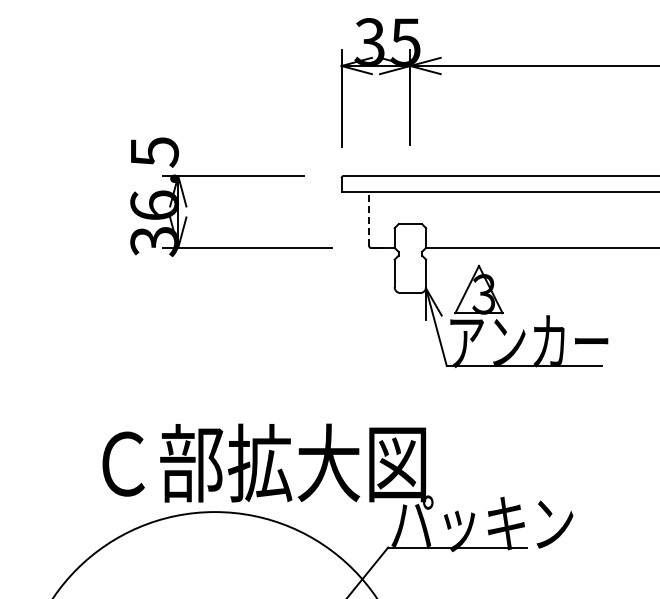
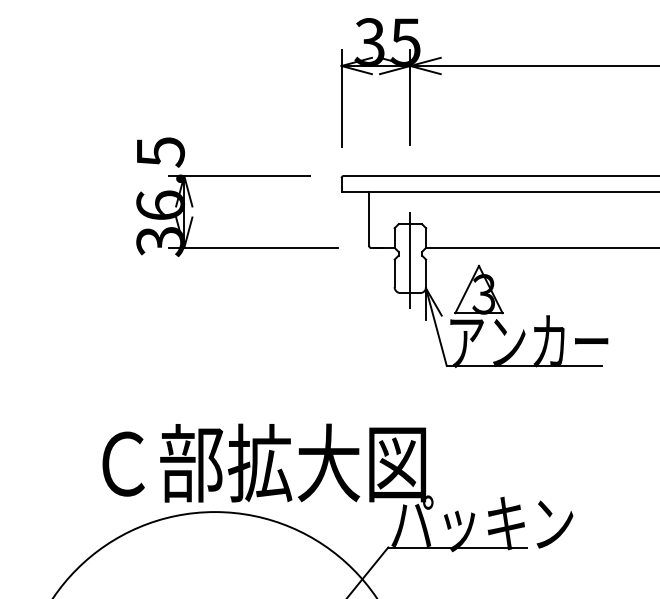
part at (231, 176) position: (231, 176) -> (237, 176)
line at (369, 218): dashed -> solid
line at (410, 260): none -> present
